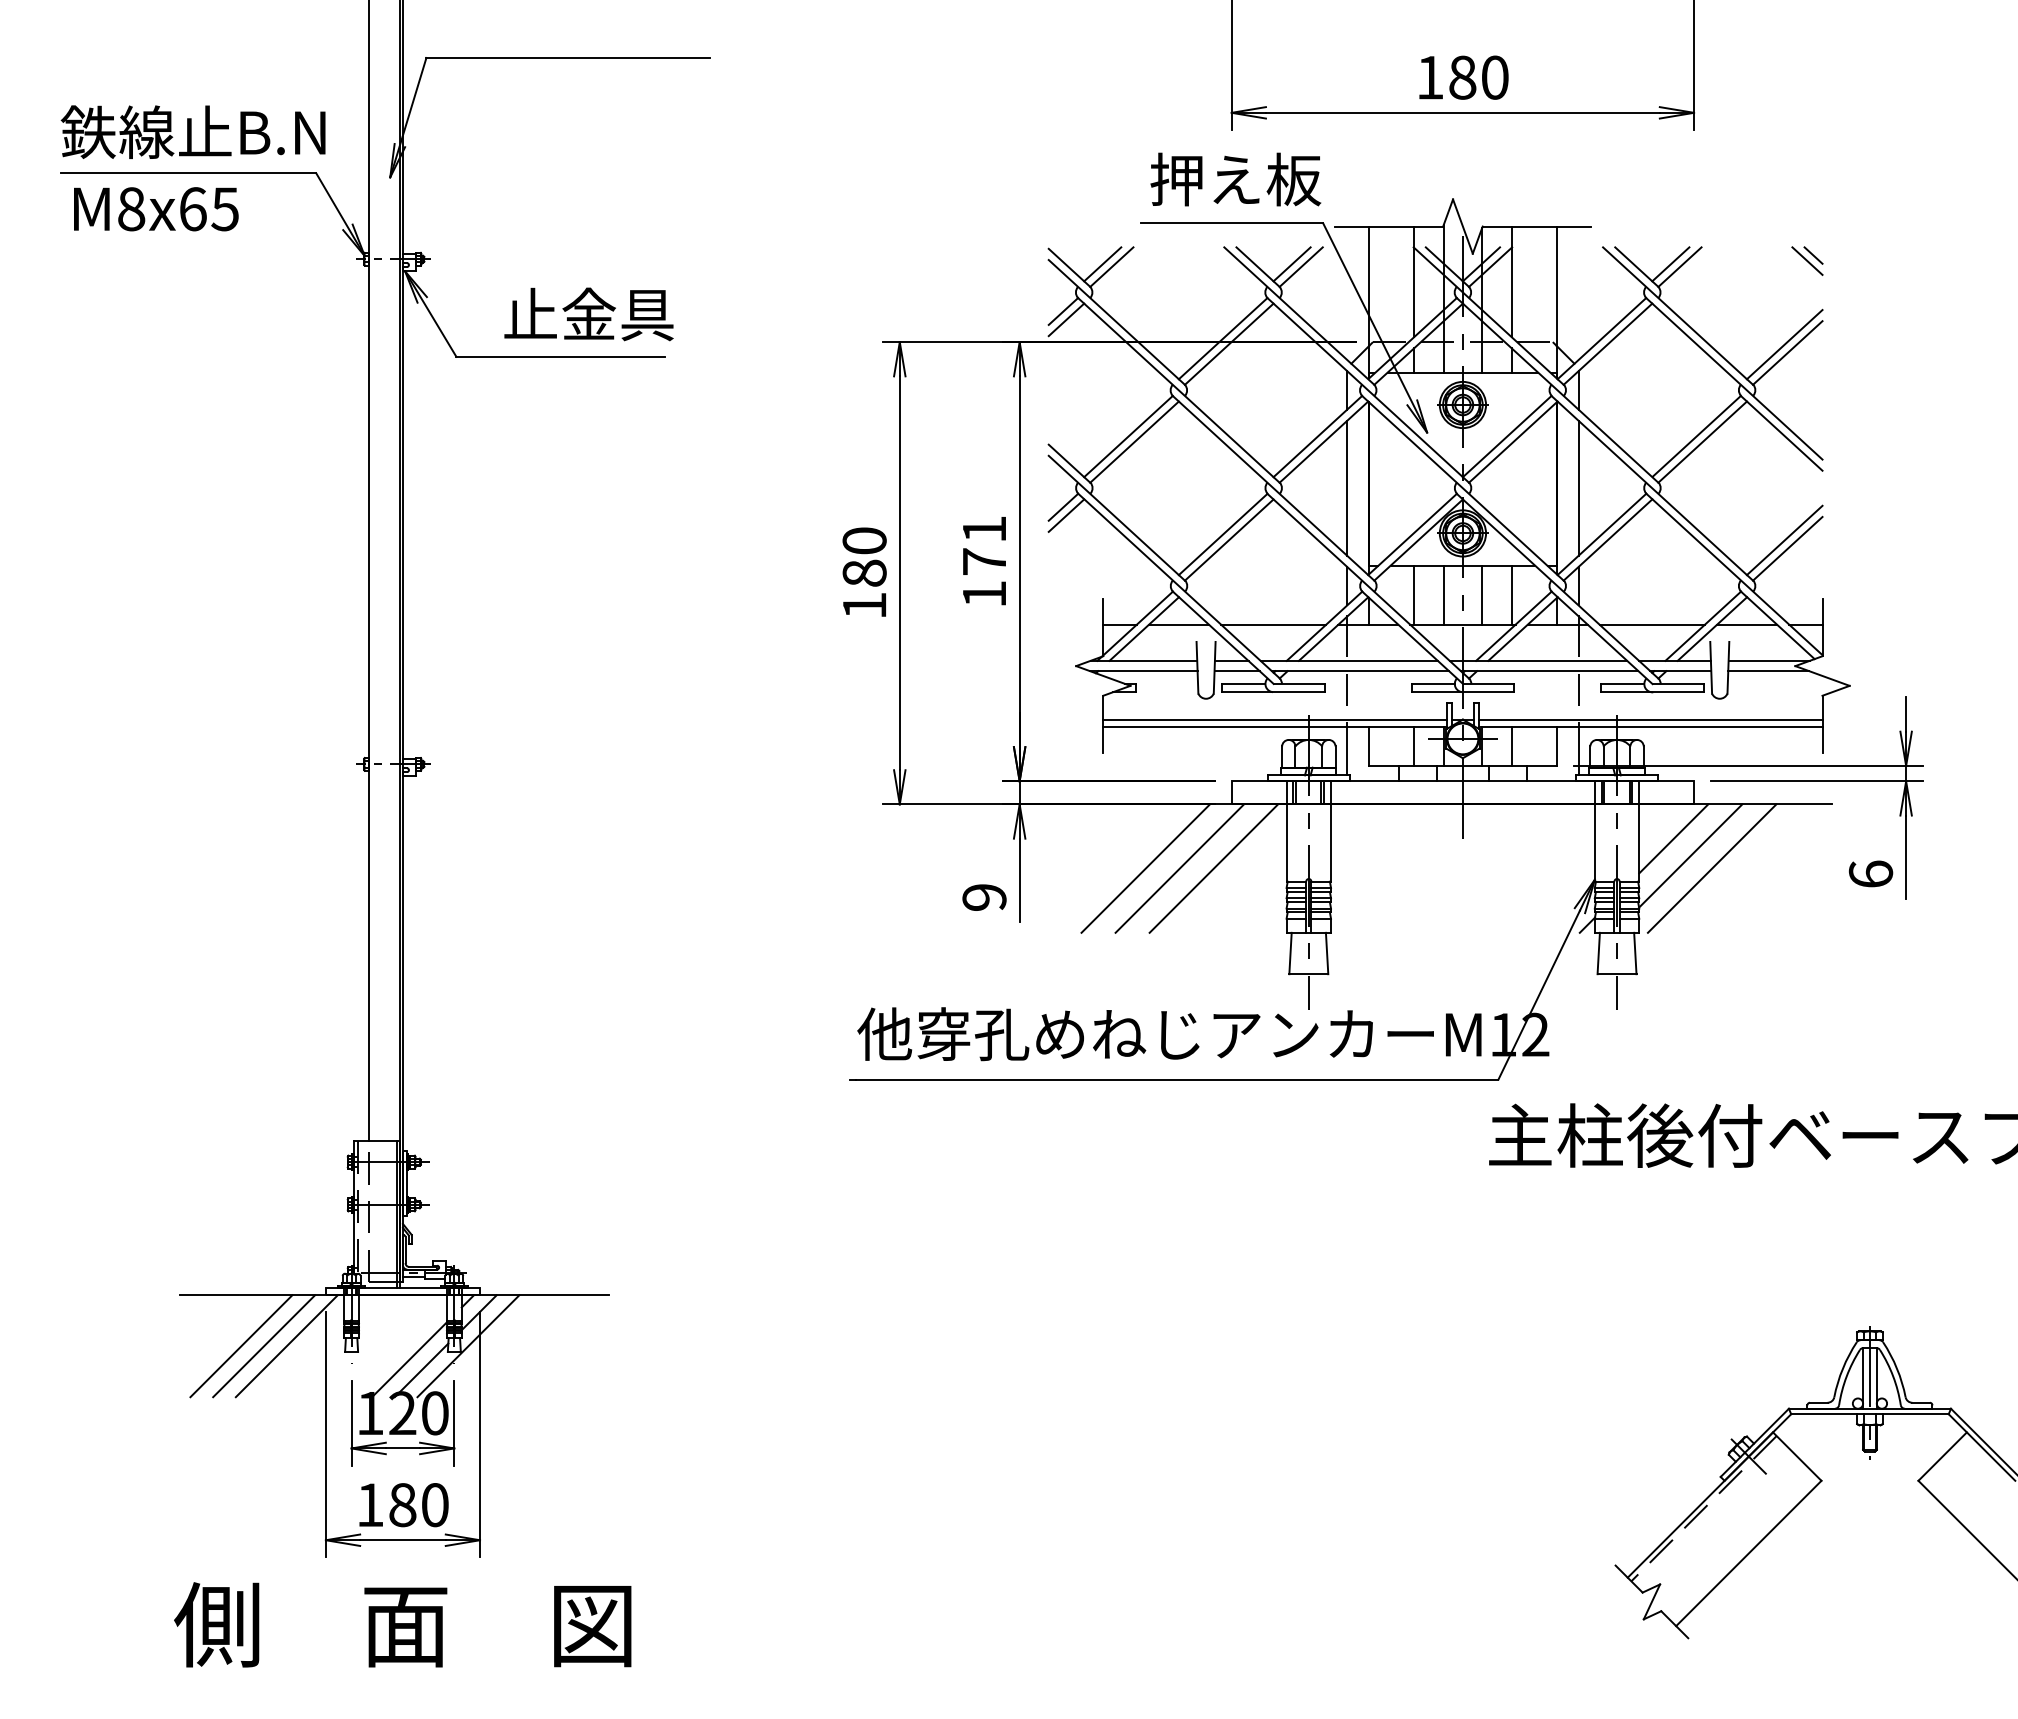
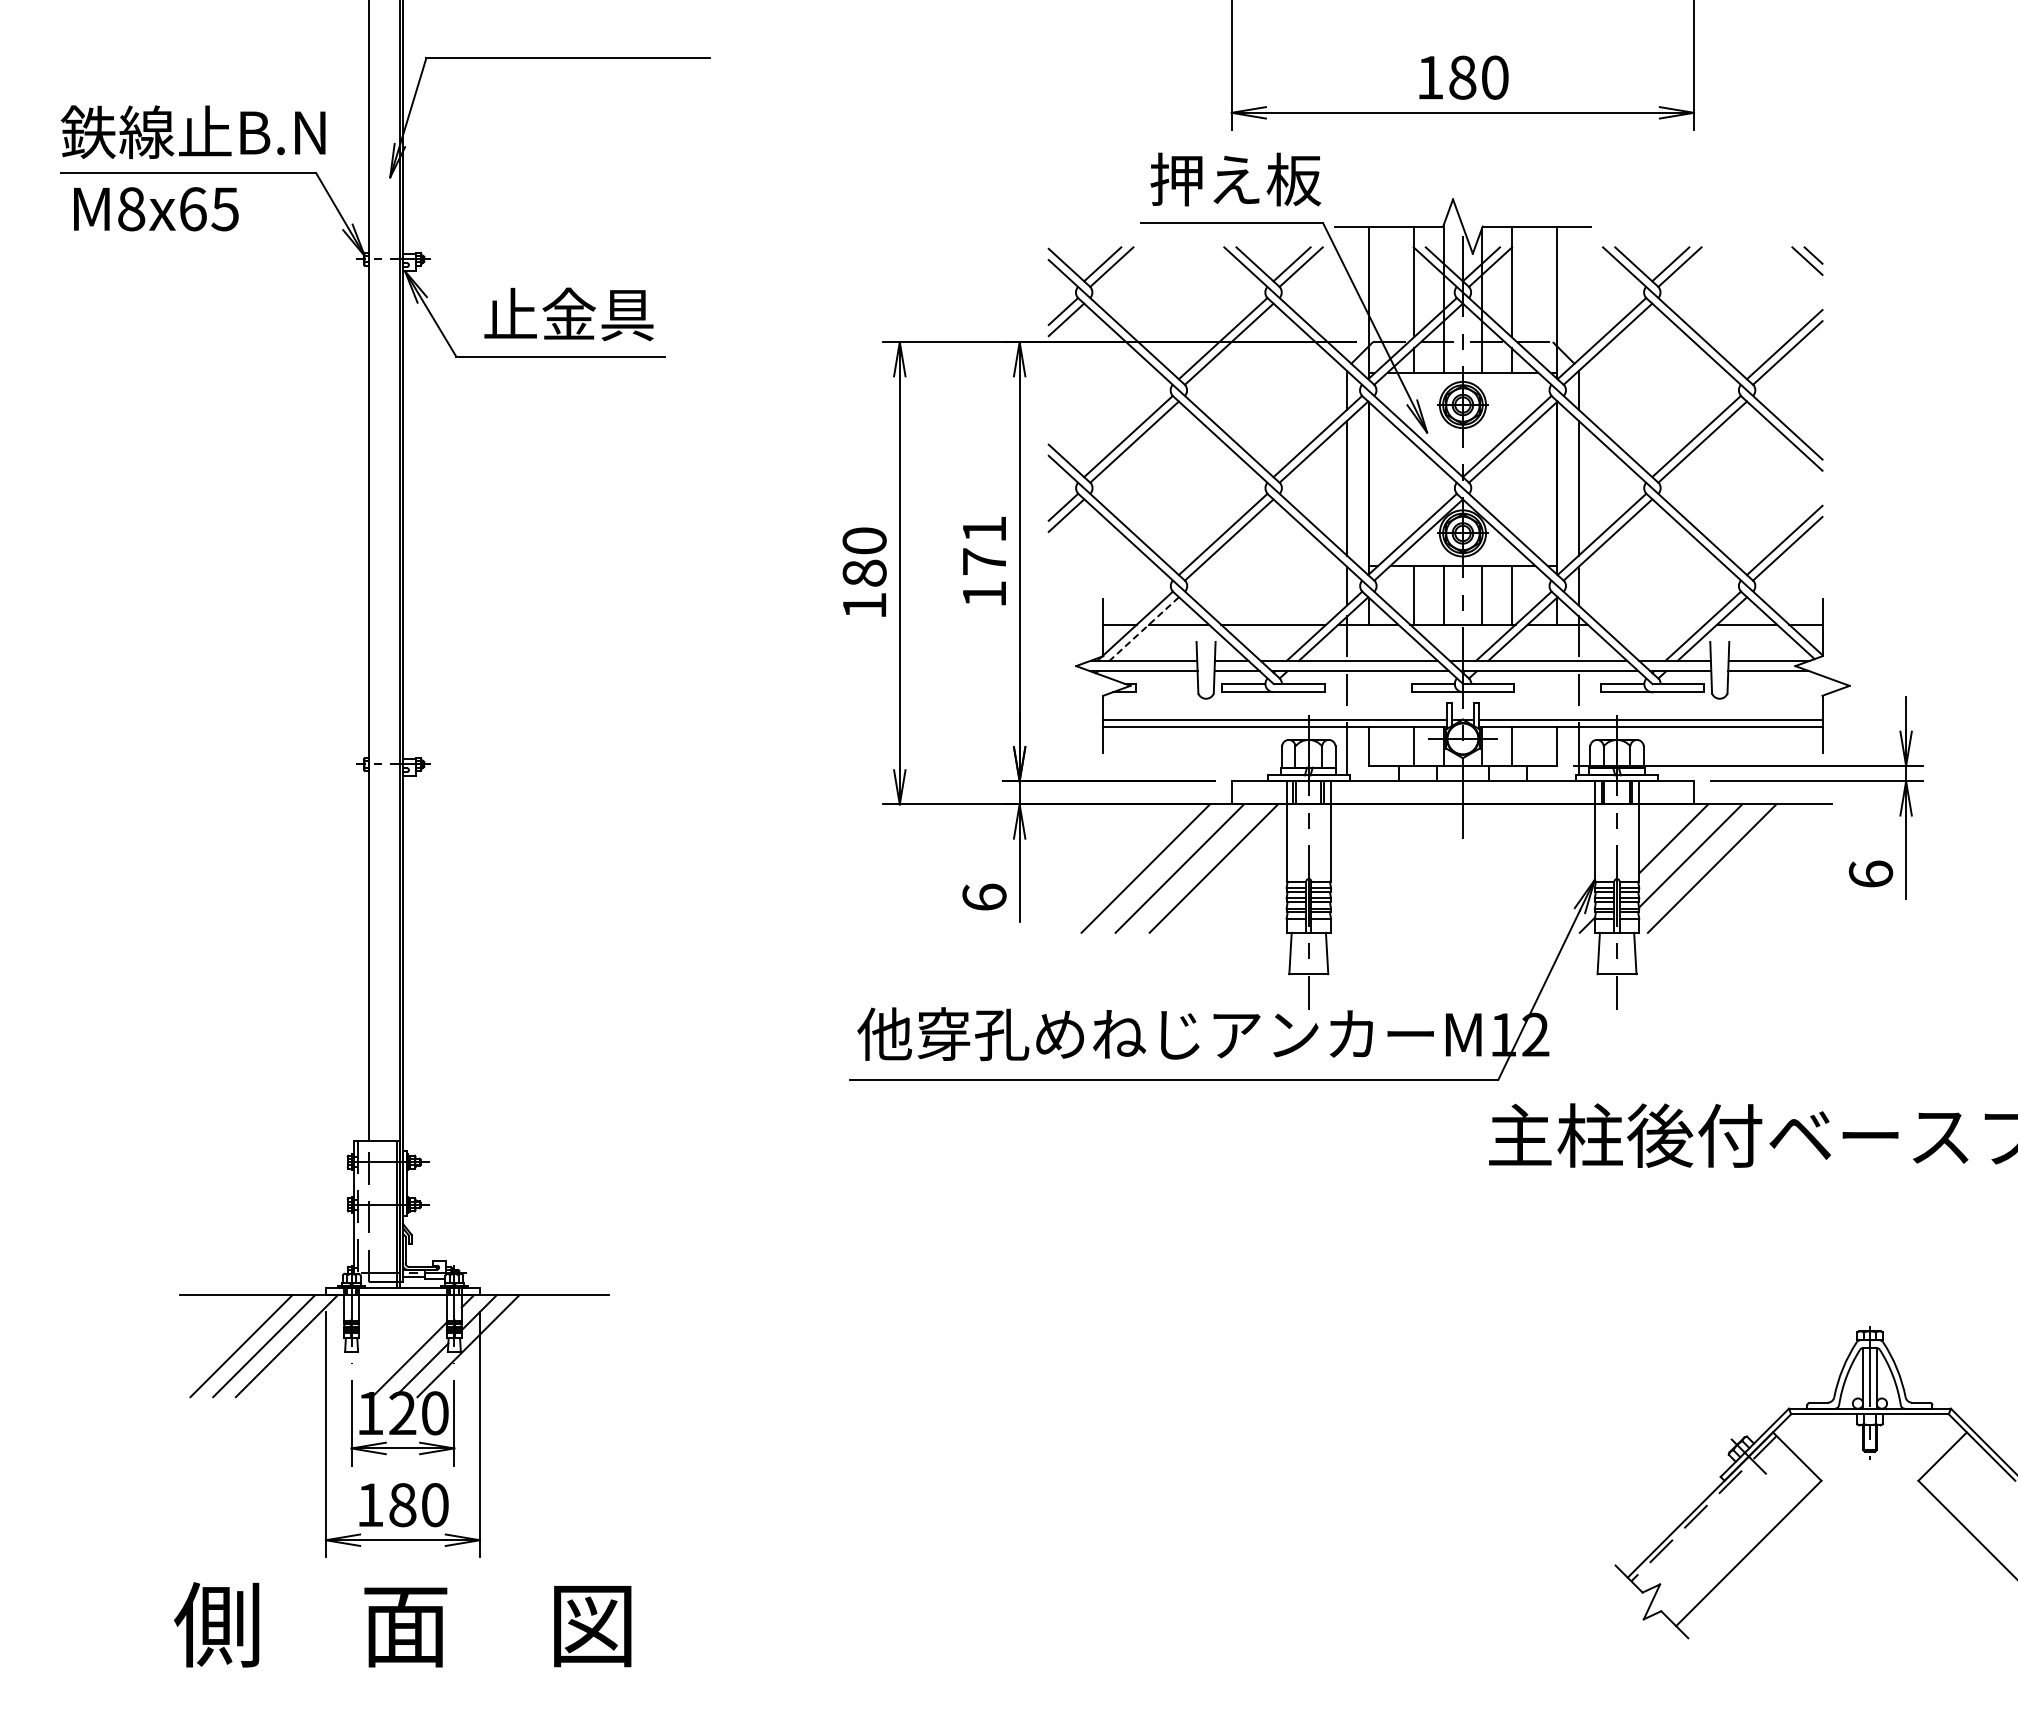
text at (588, 314) position: (588, 314) -> (568, 314)
line at (1652, 624): present -> none
line at (1143, 629): solid -> dashed
text at (984, 896): 9 -> 6
